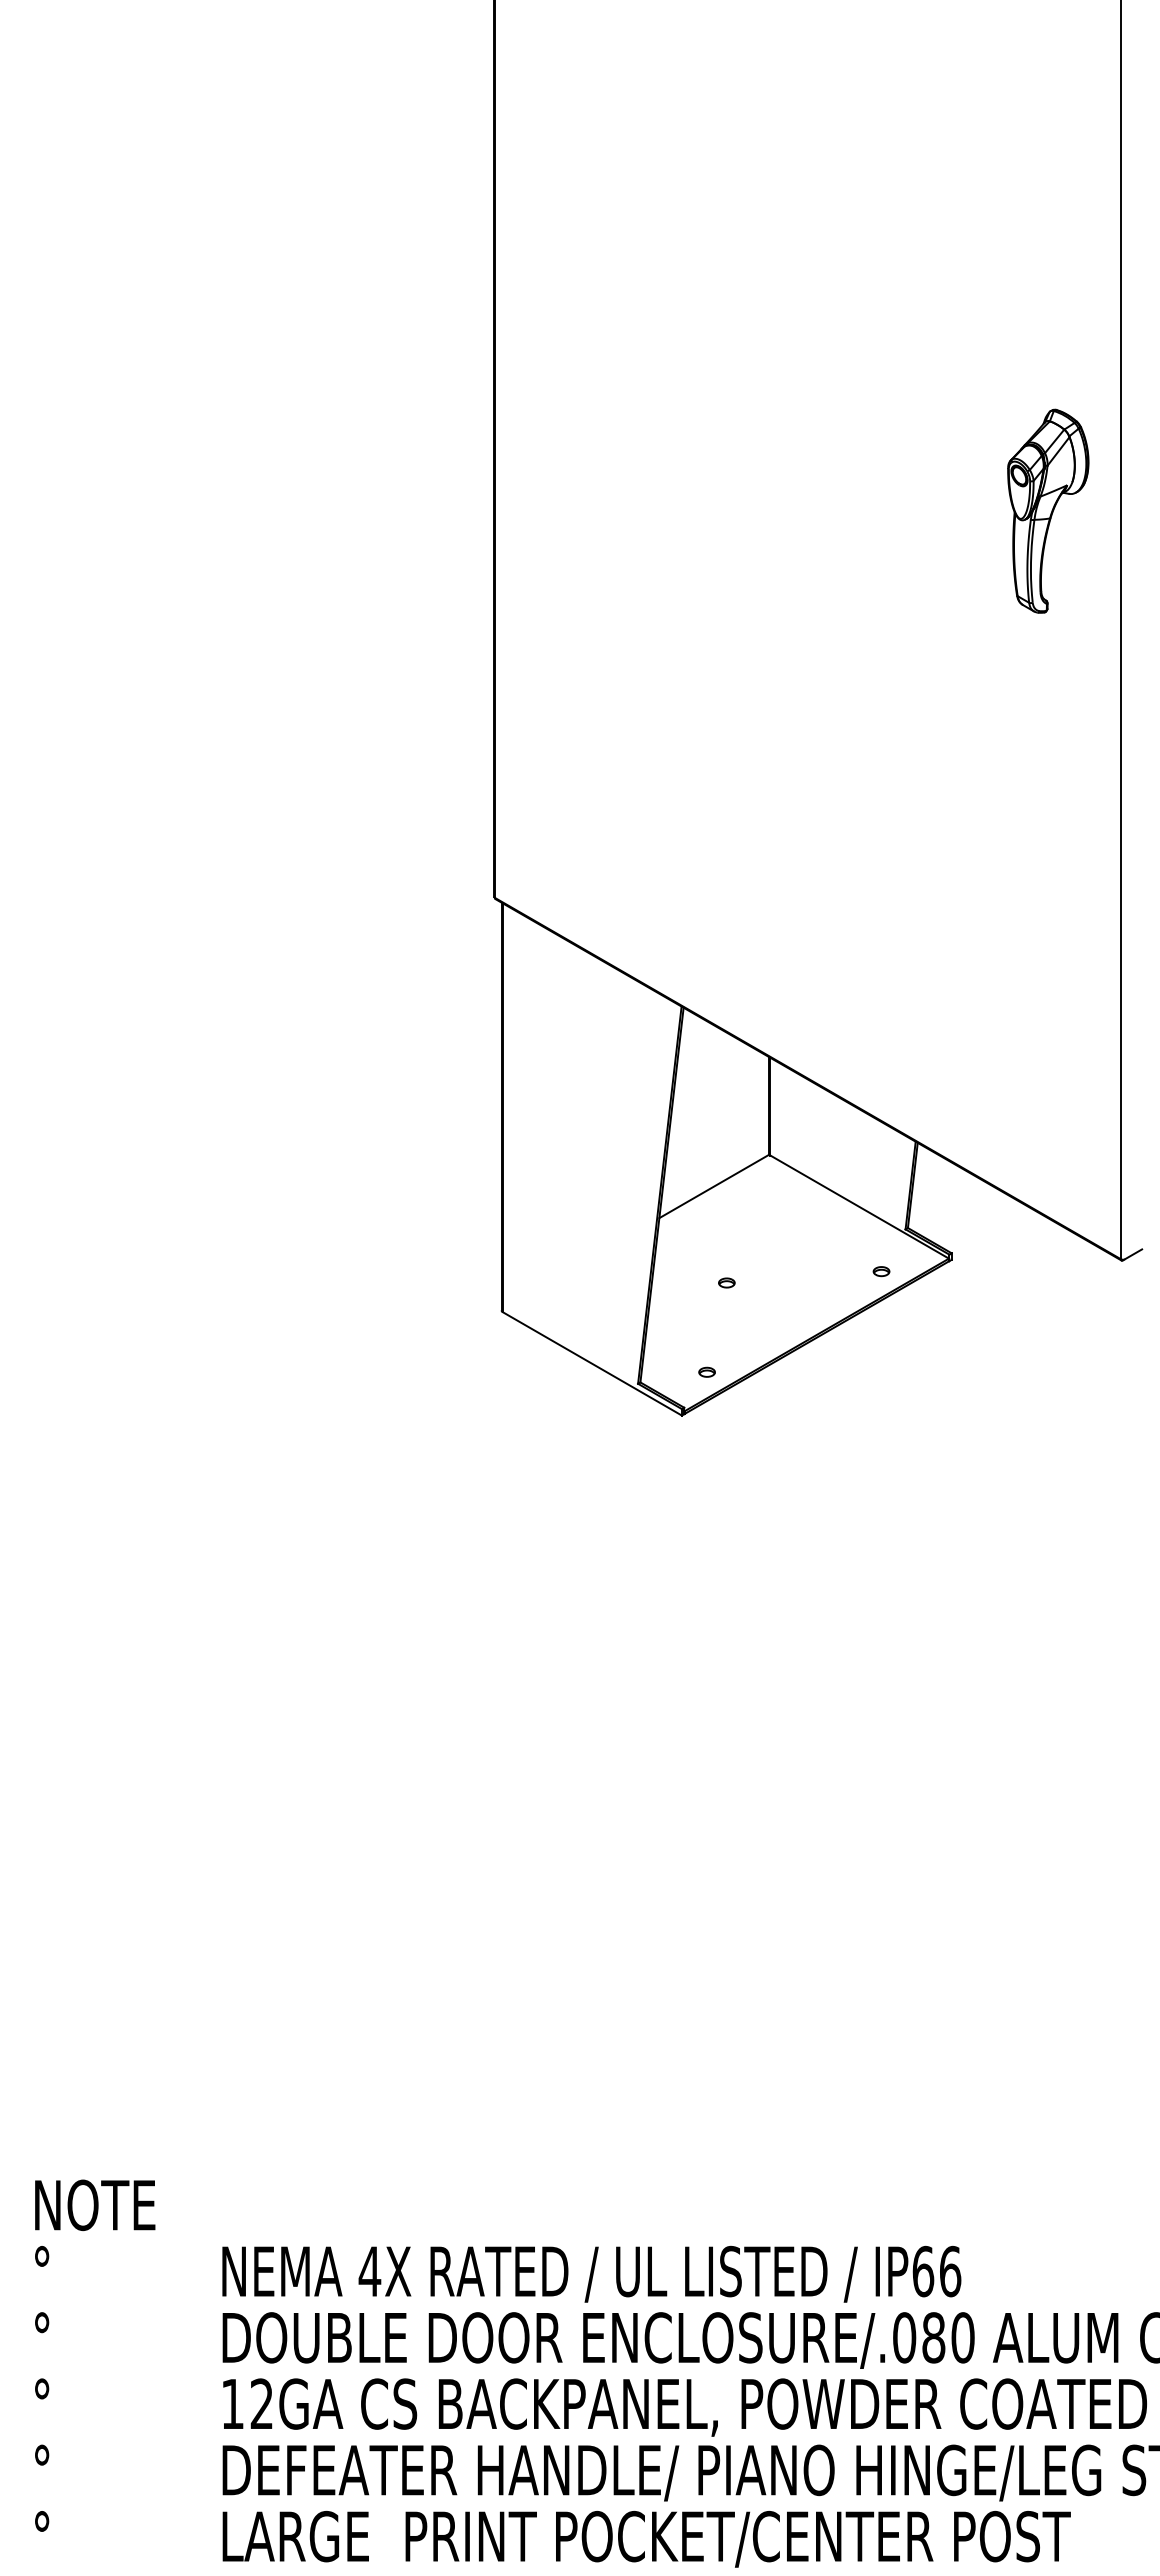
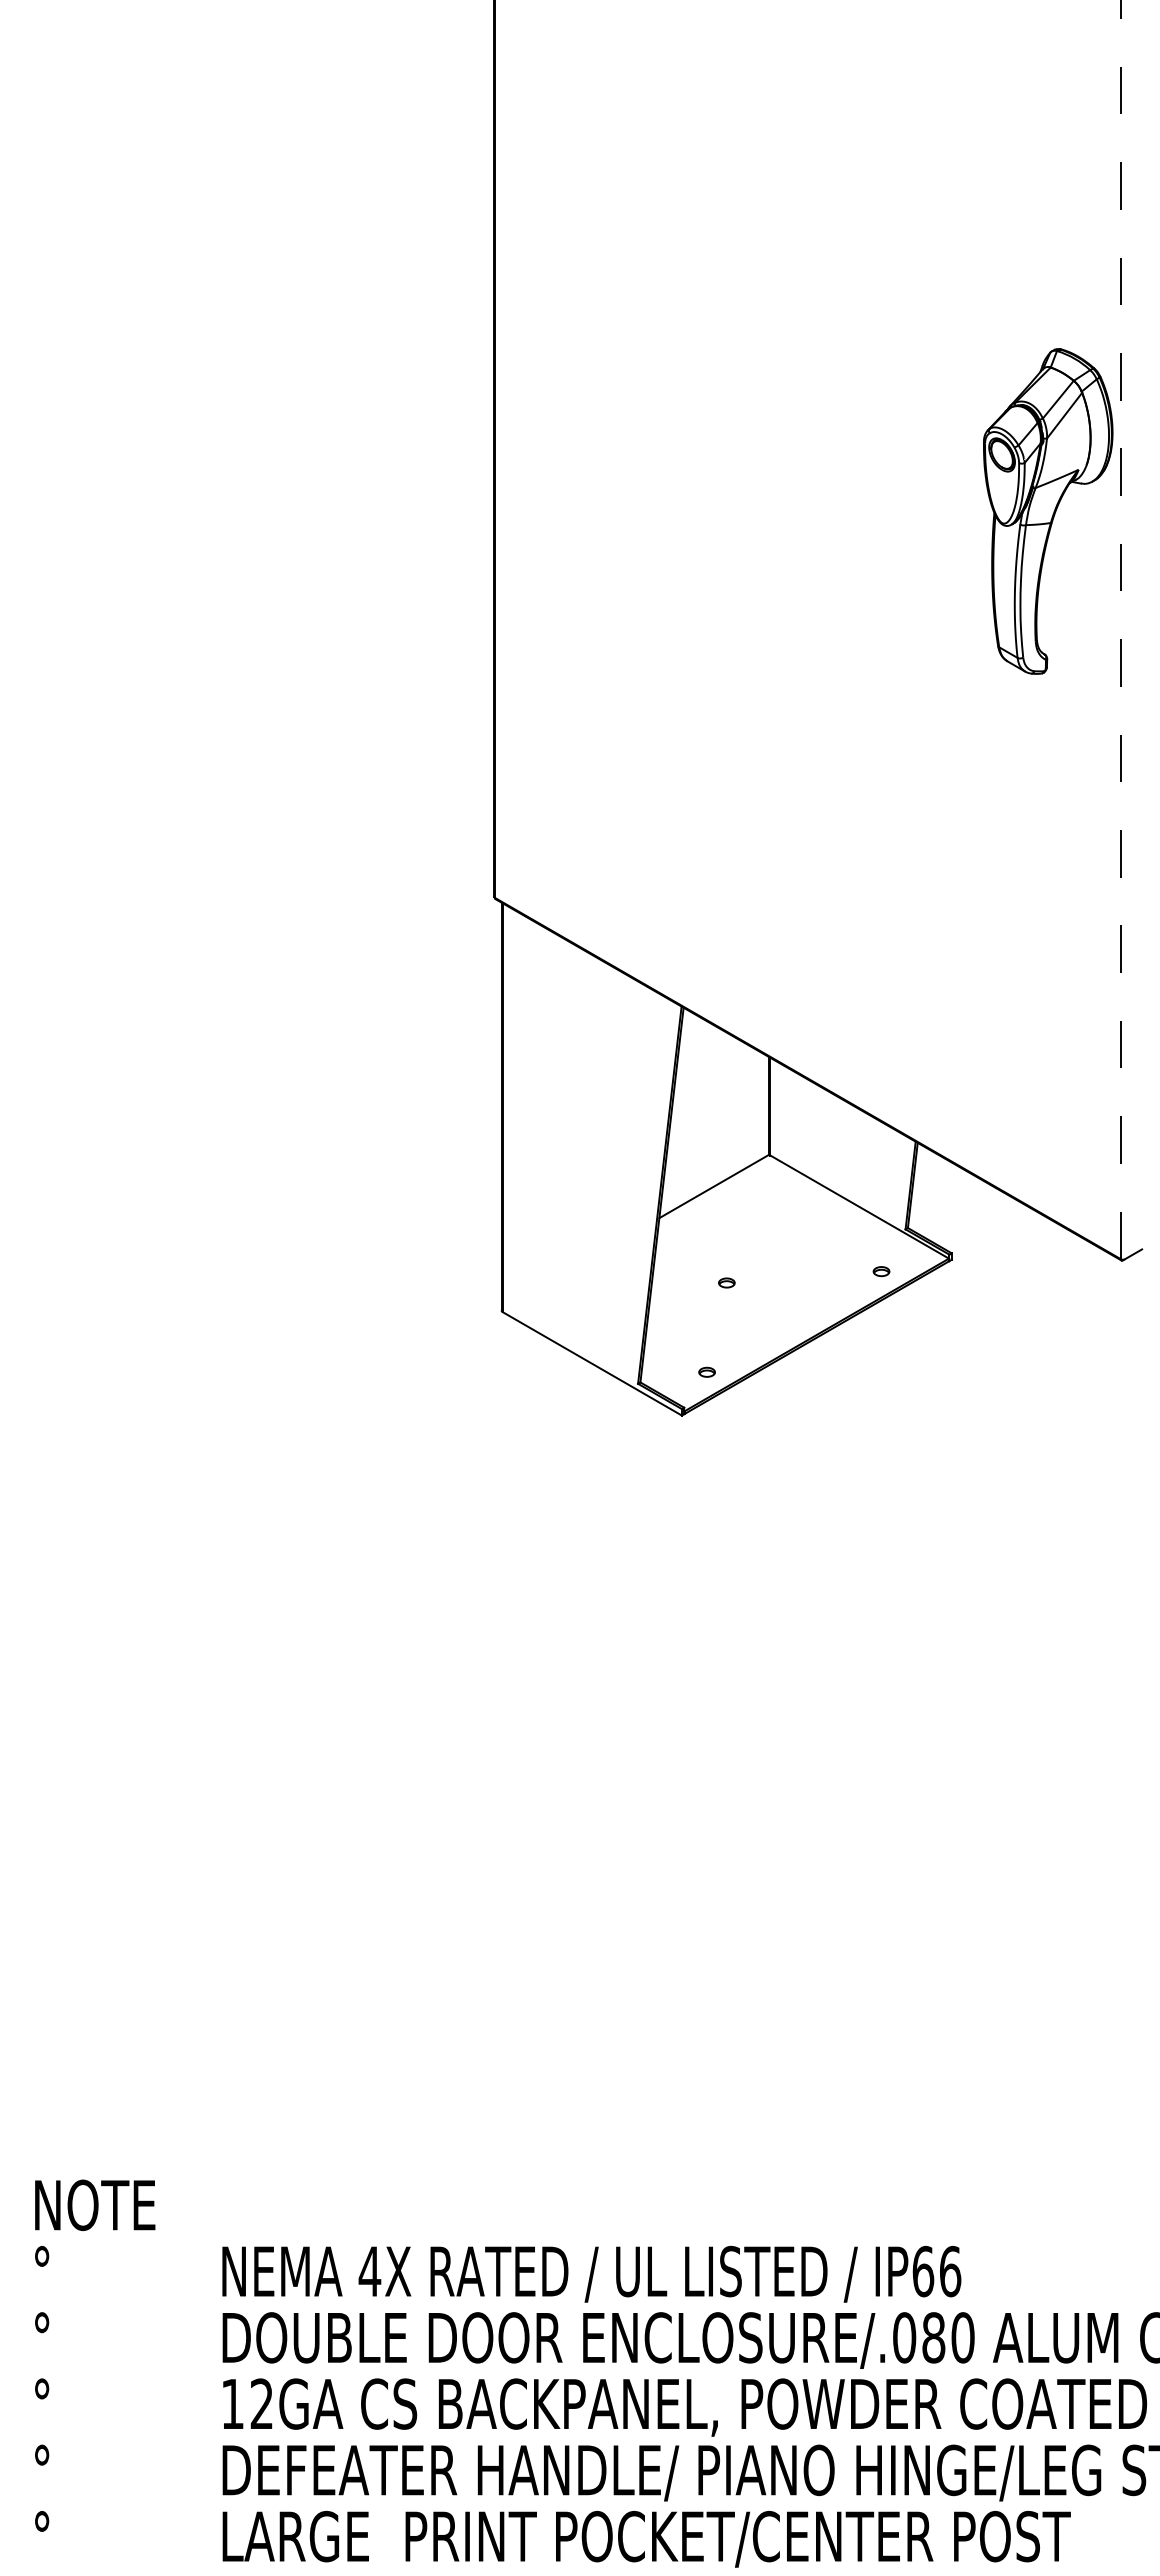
part at (1048, 510) size: 83x206 px -> 131x327 px
line at (1121, 629): solid -> dashed
